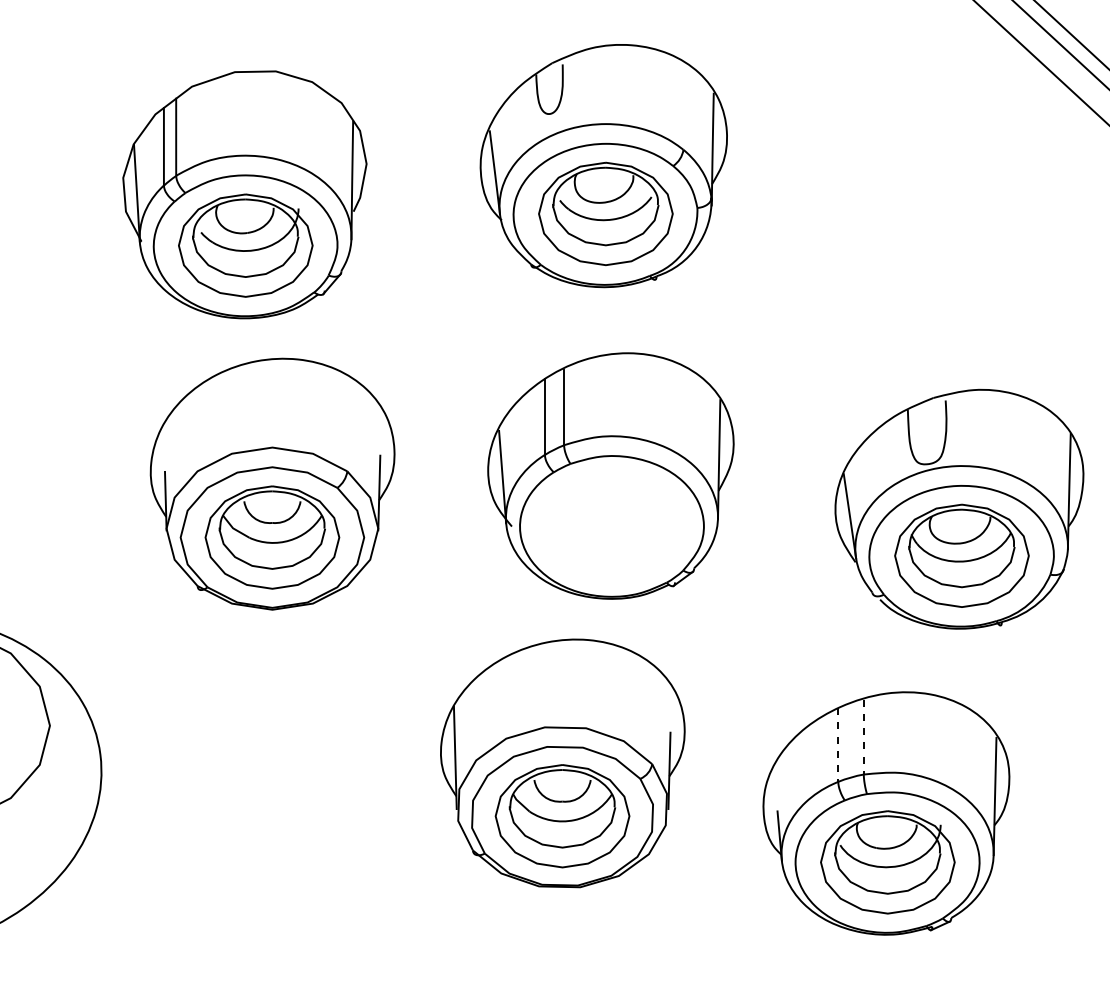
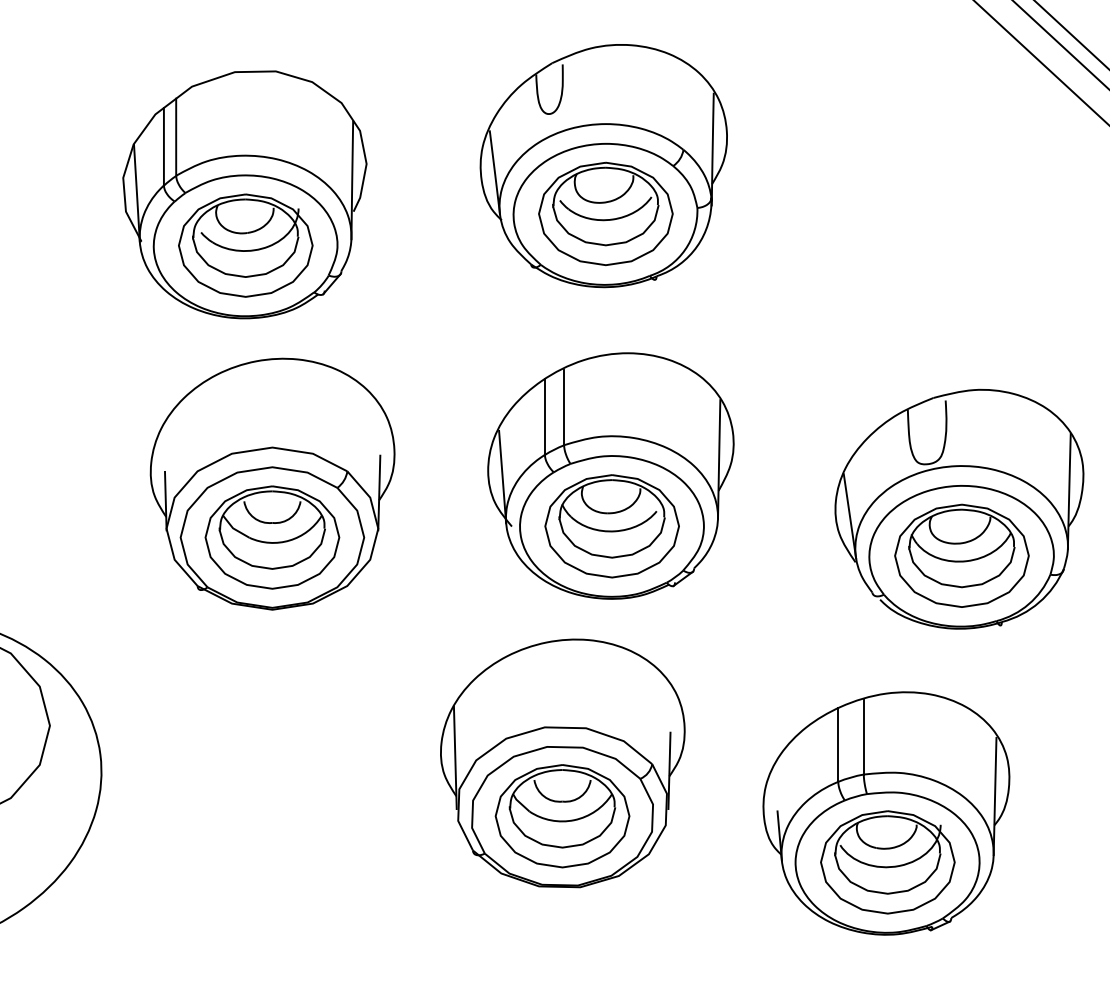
part at (611, 526): none -> present
line at (863, 737): dashed -> solid
line at (838, 745): dashed -> solid
